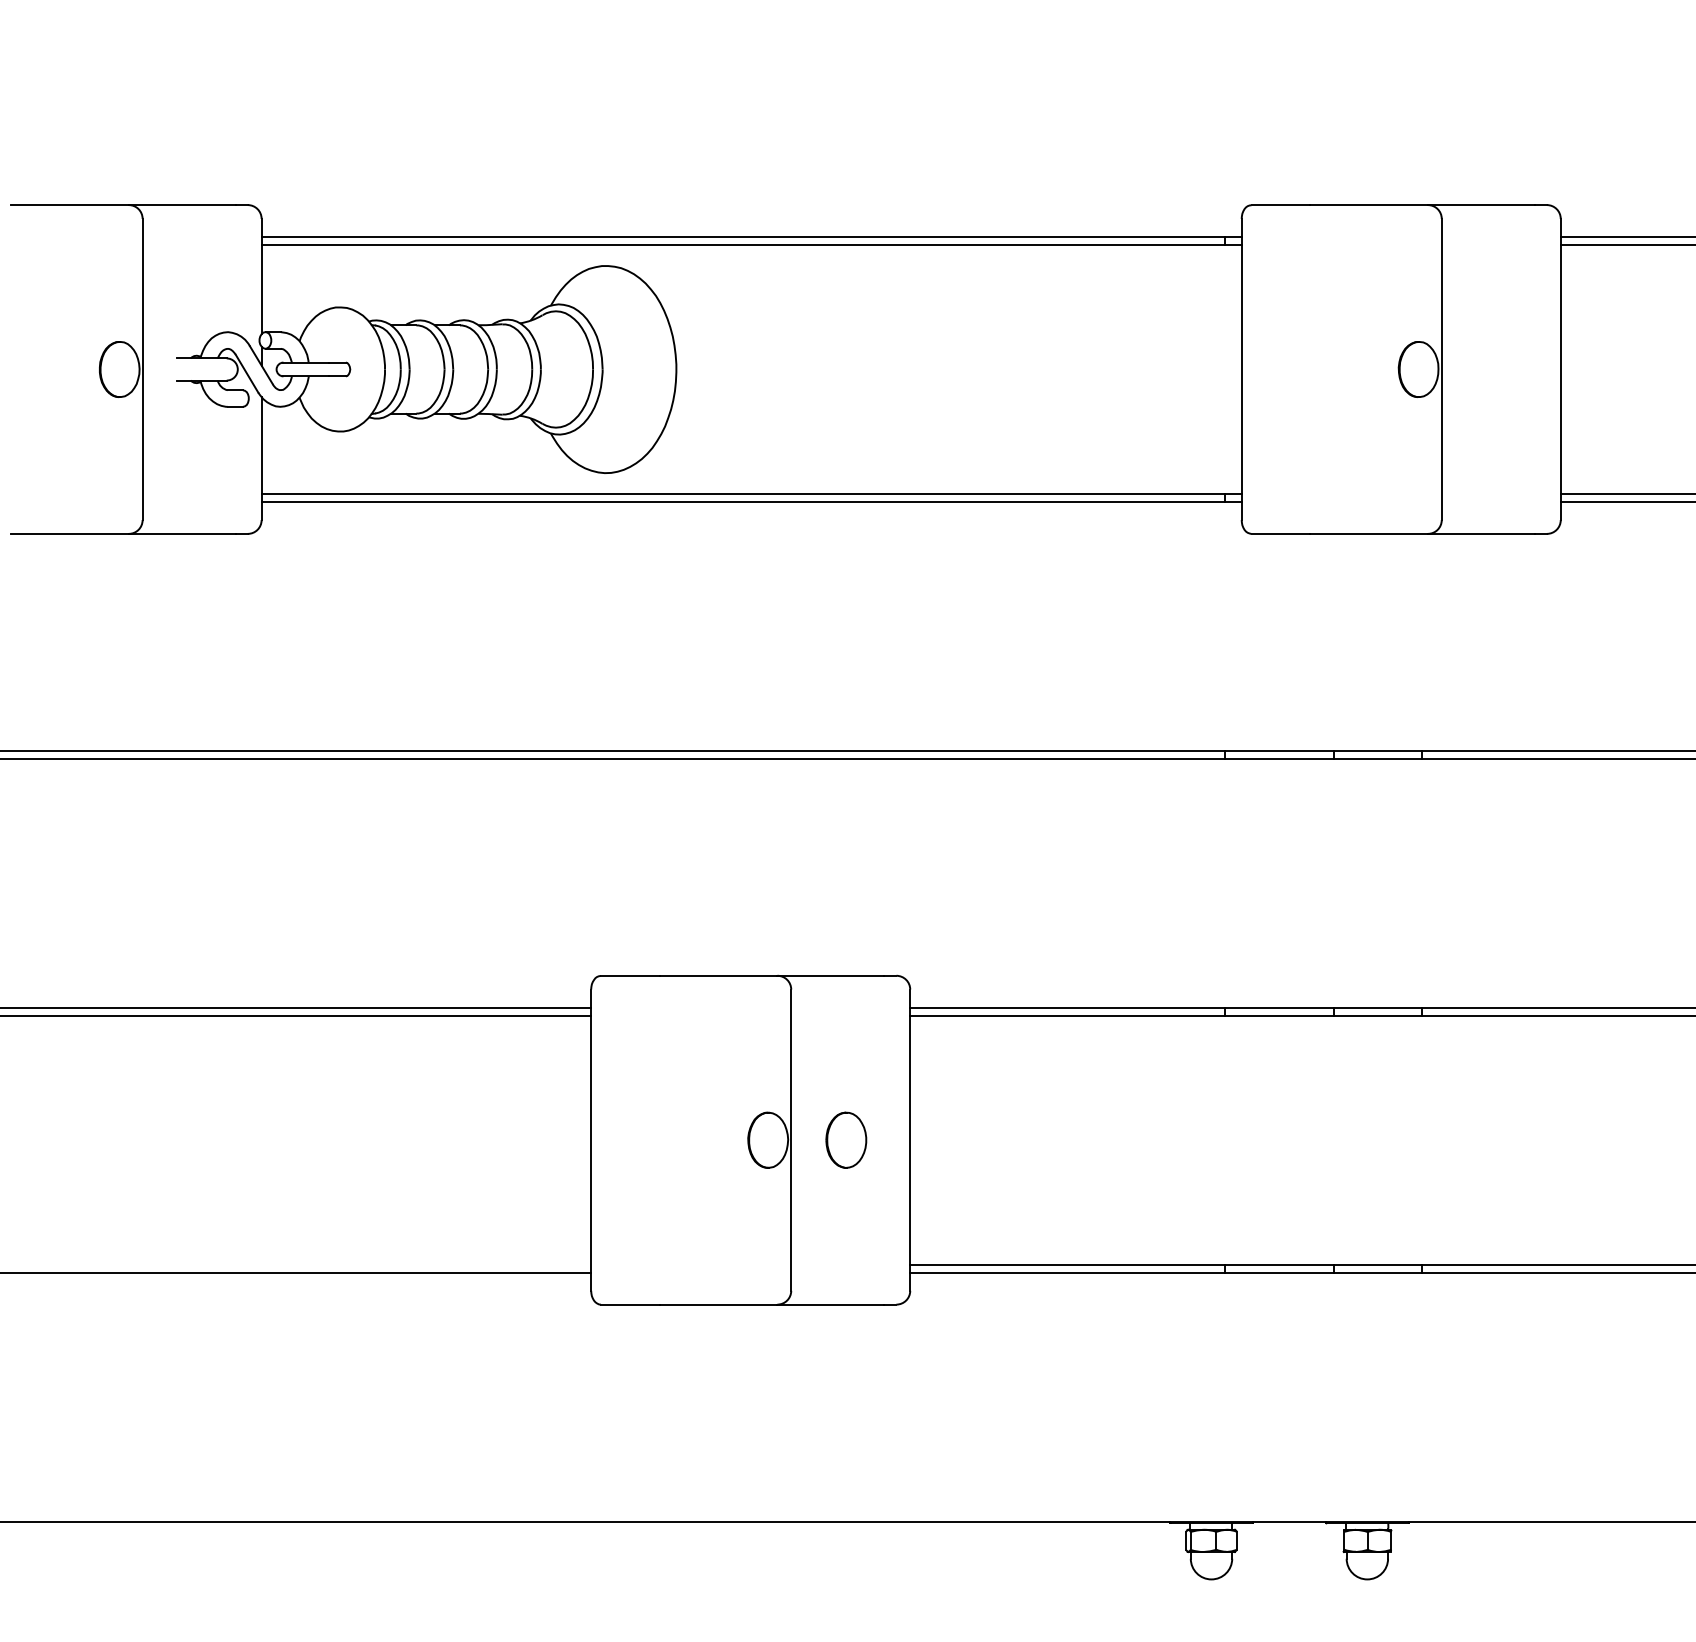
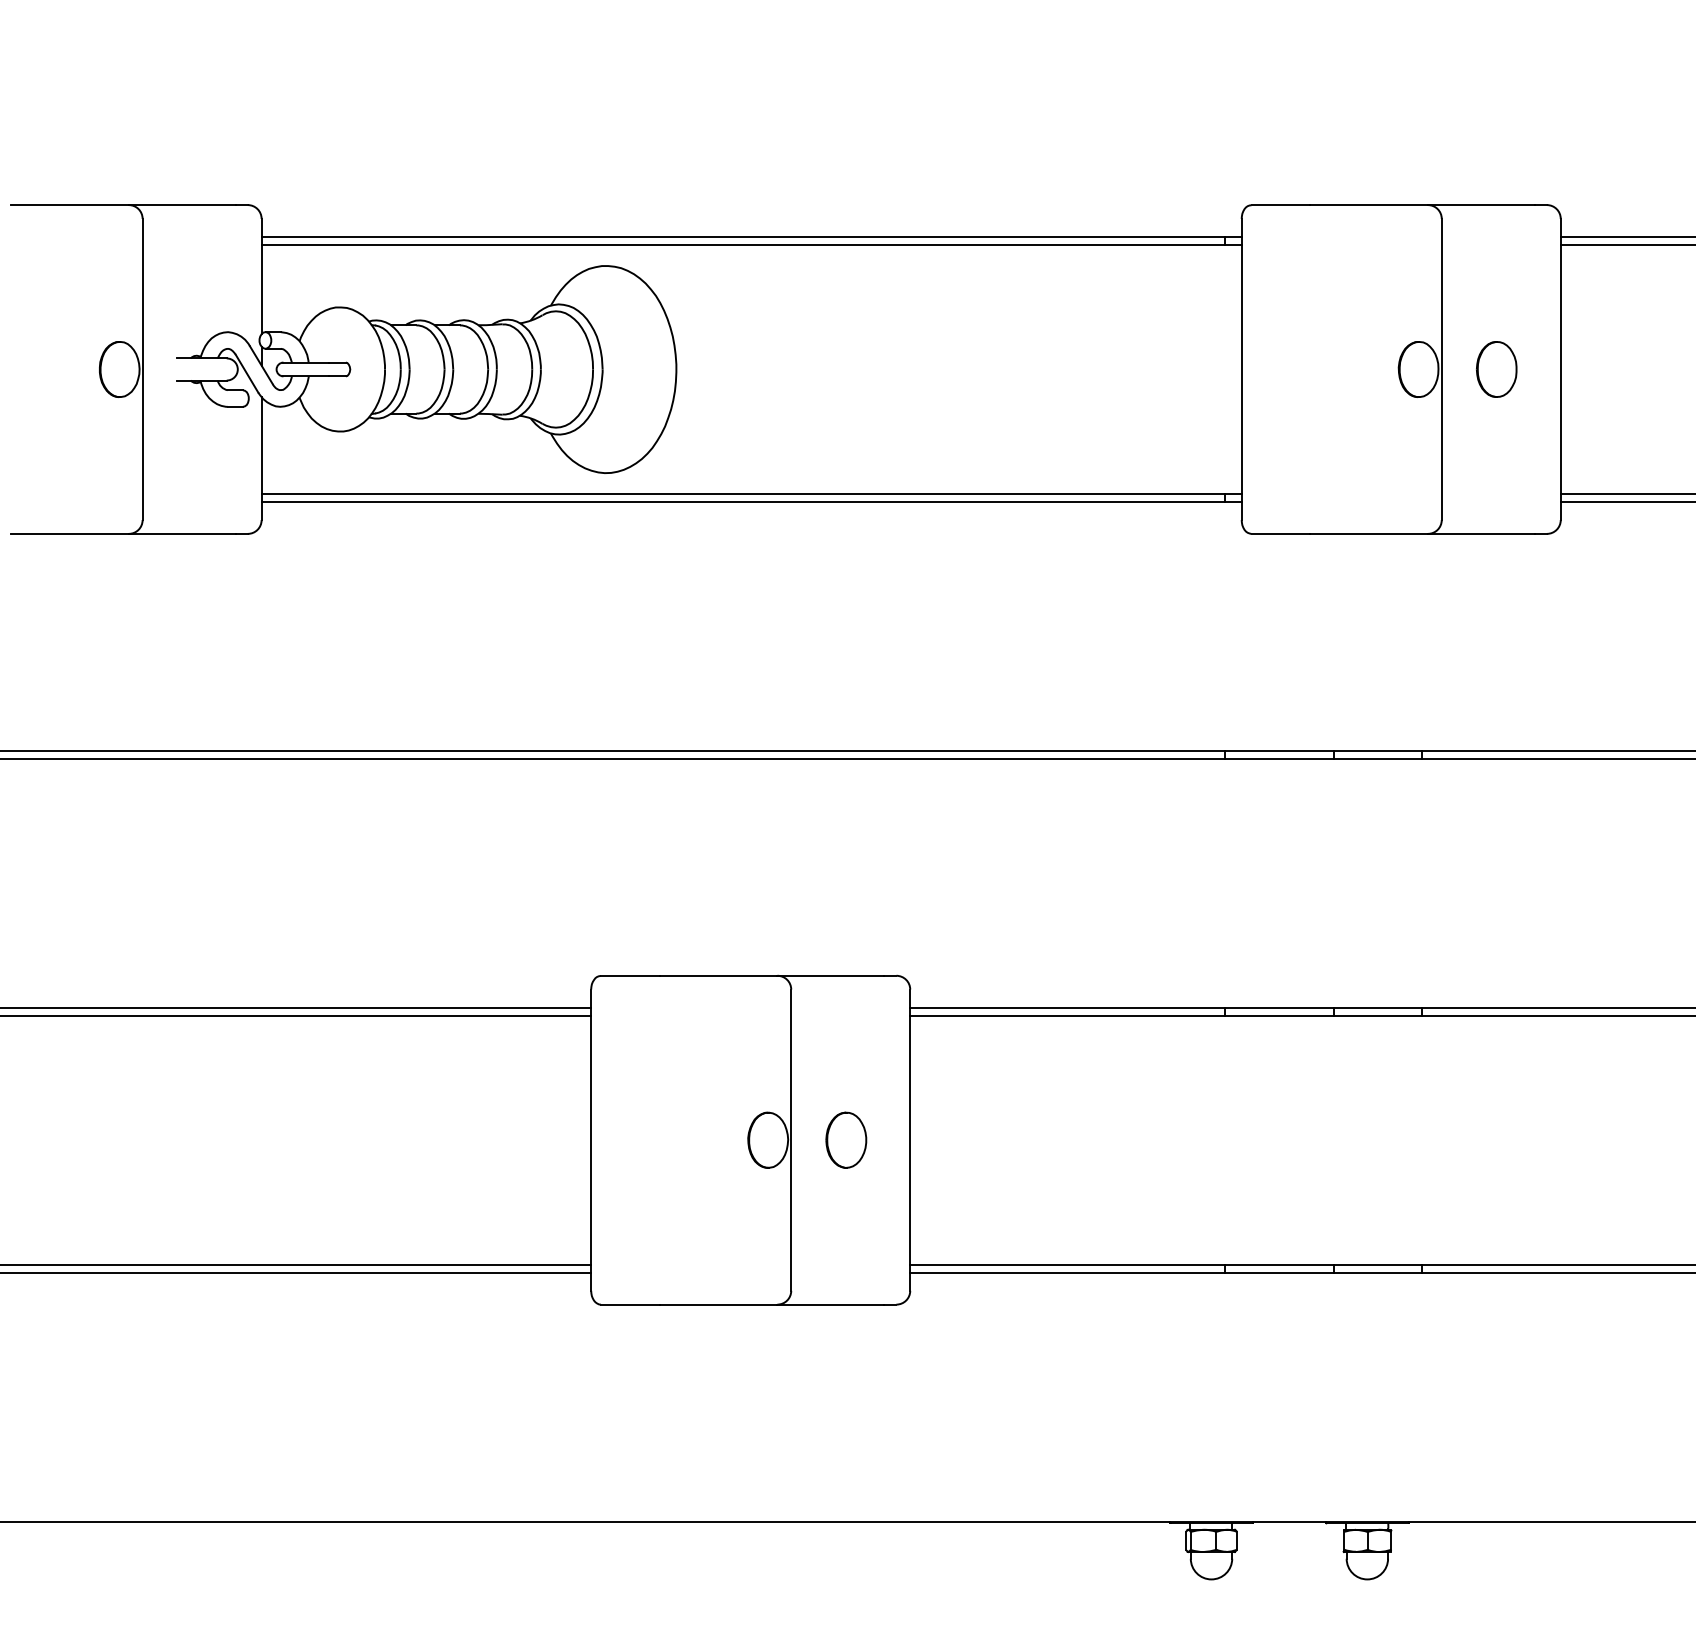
part at (1496, 369): none -> present
line at (296, 1264): none -> present
